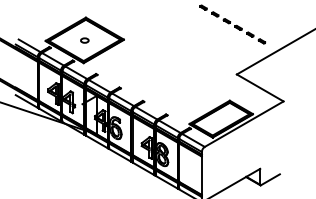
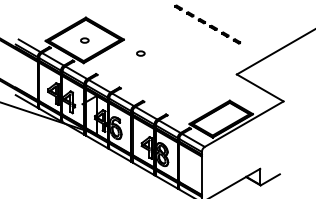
part at (232, 24) position: (232, 24) -> (207, 24)
part at (140, 53): none -> present
